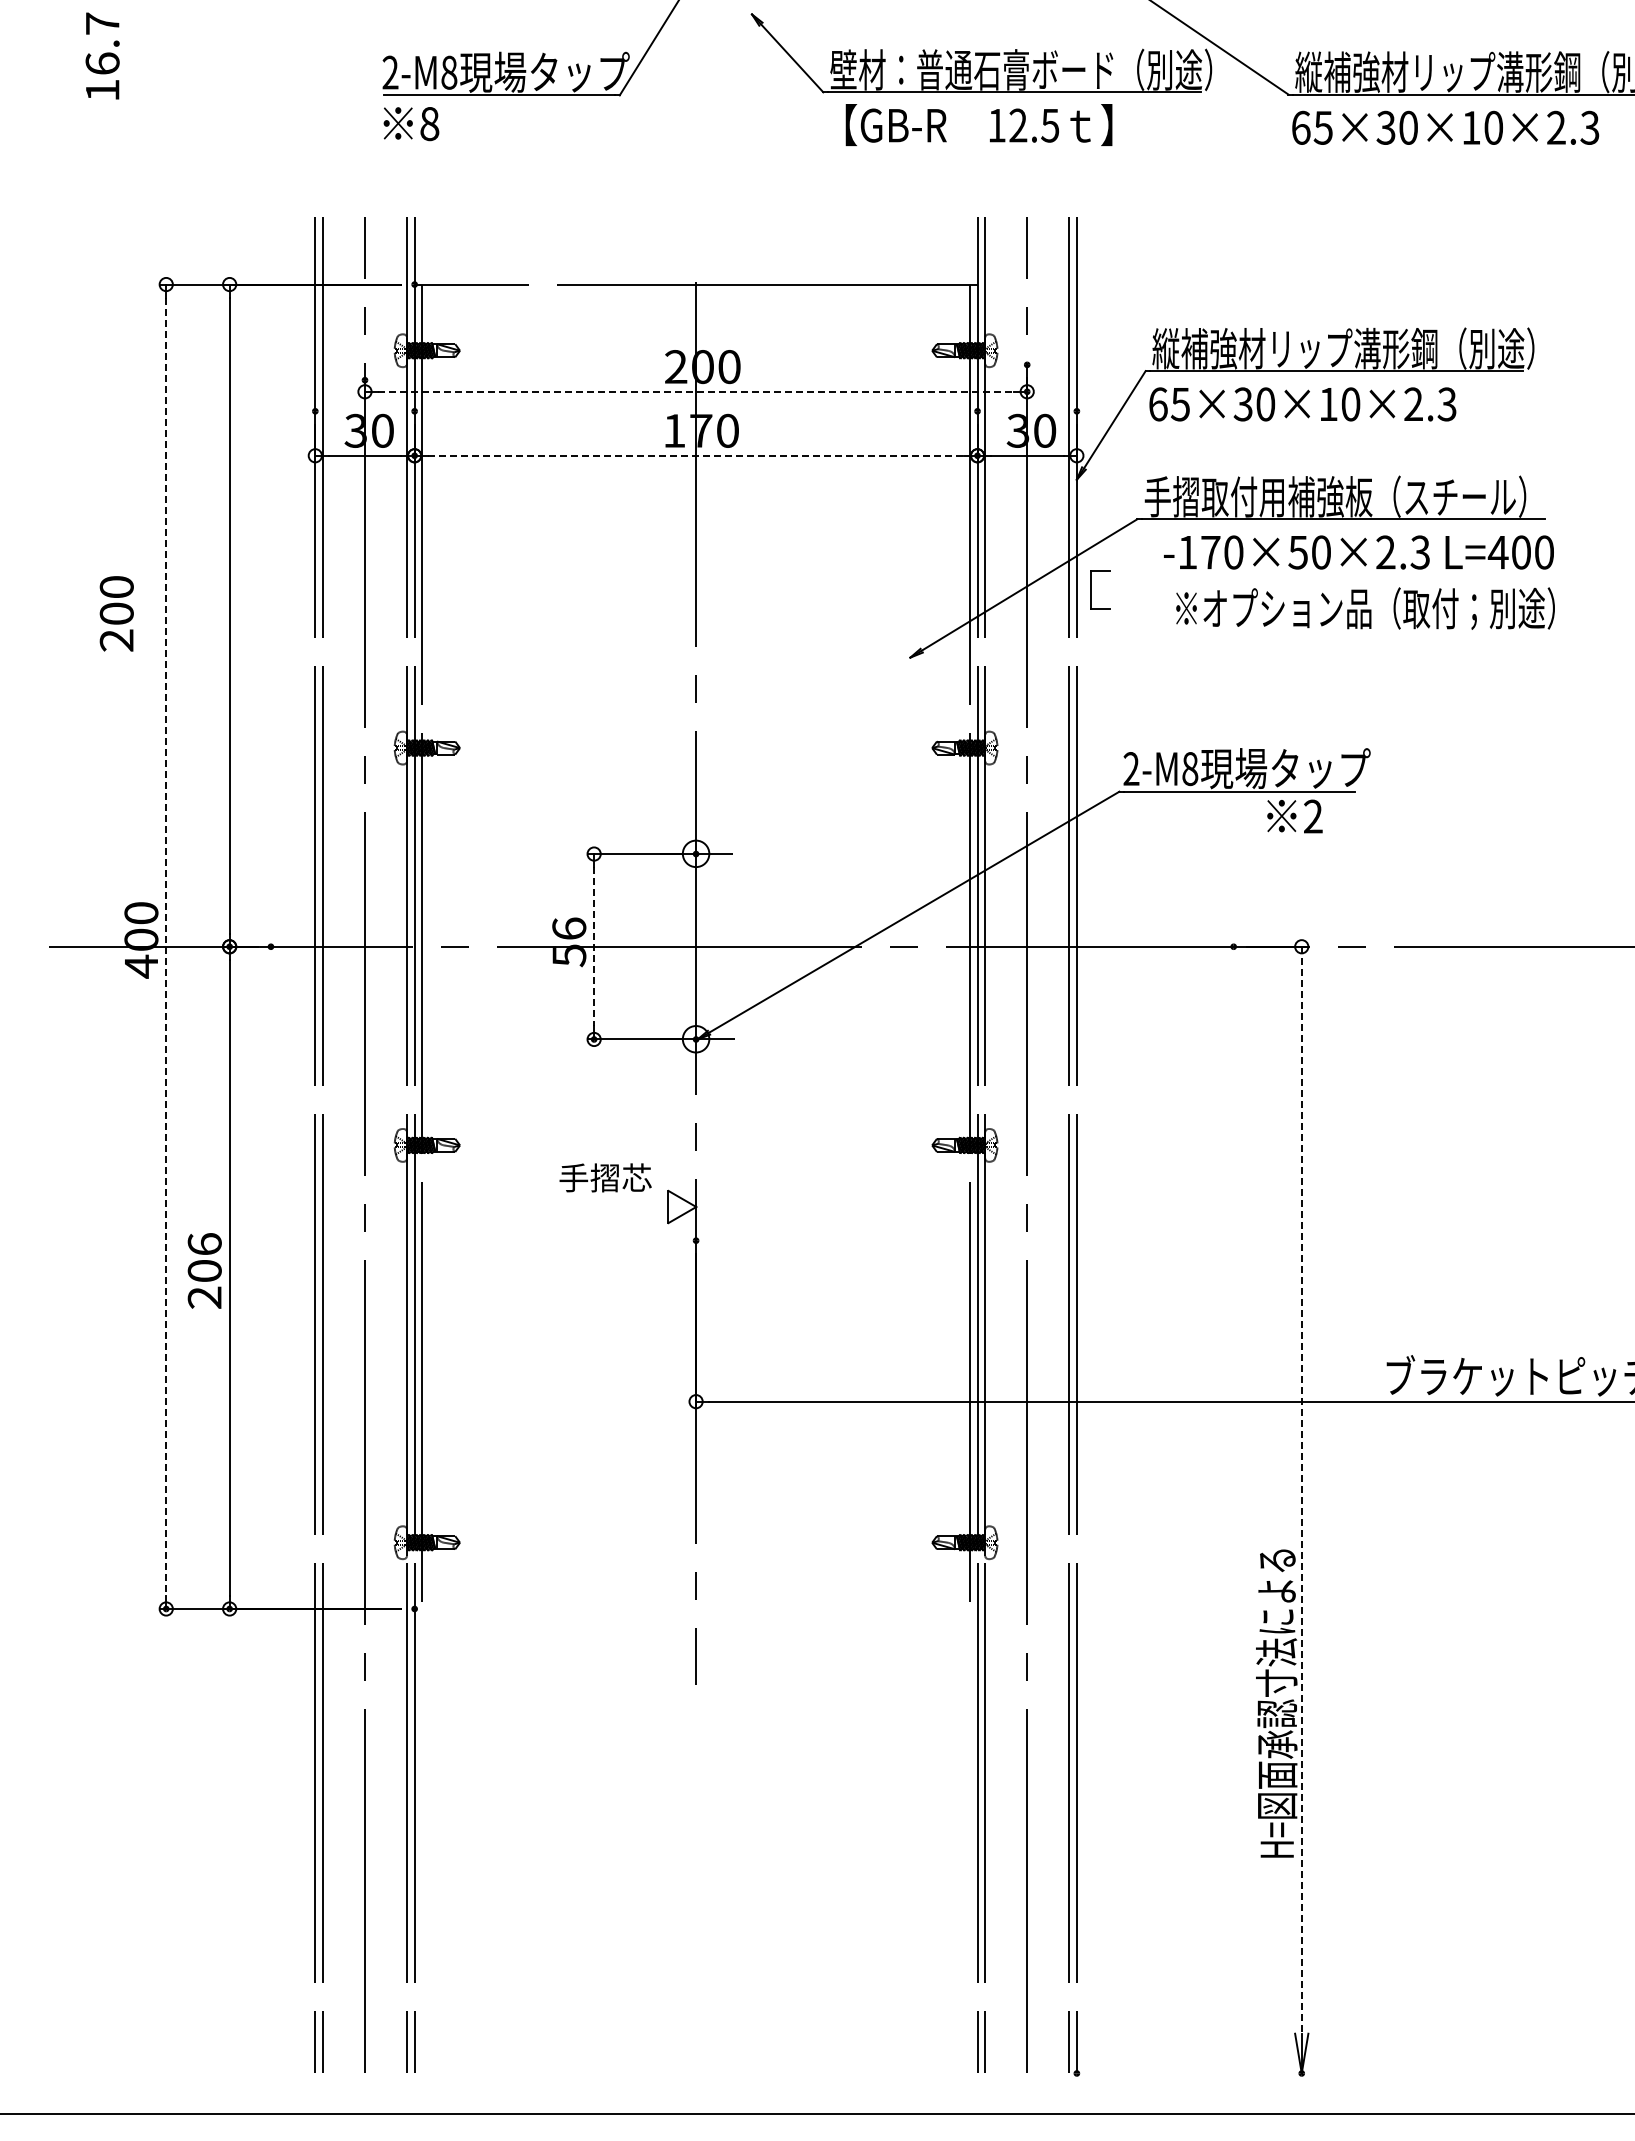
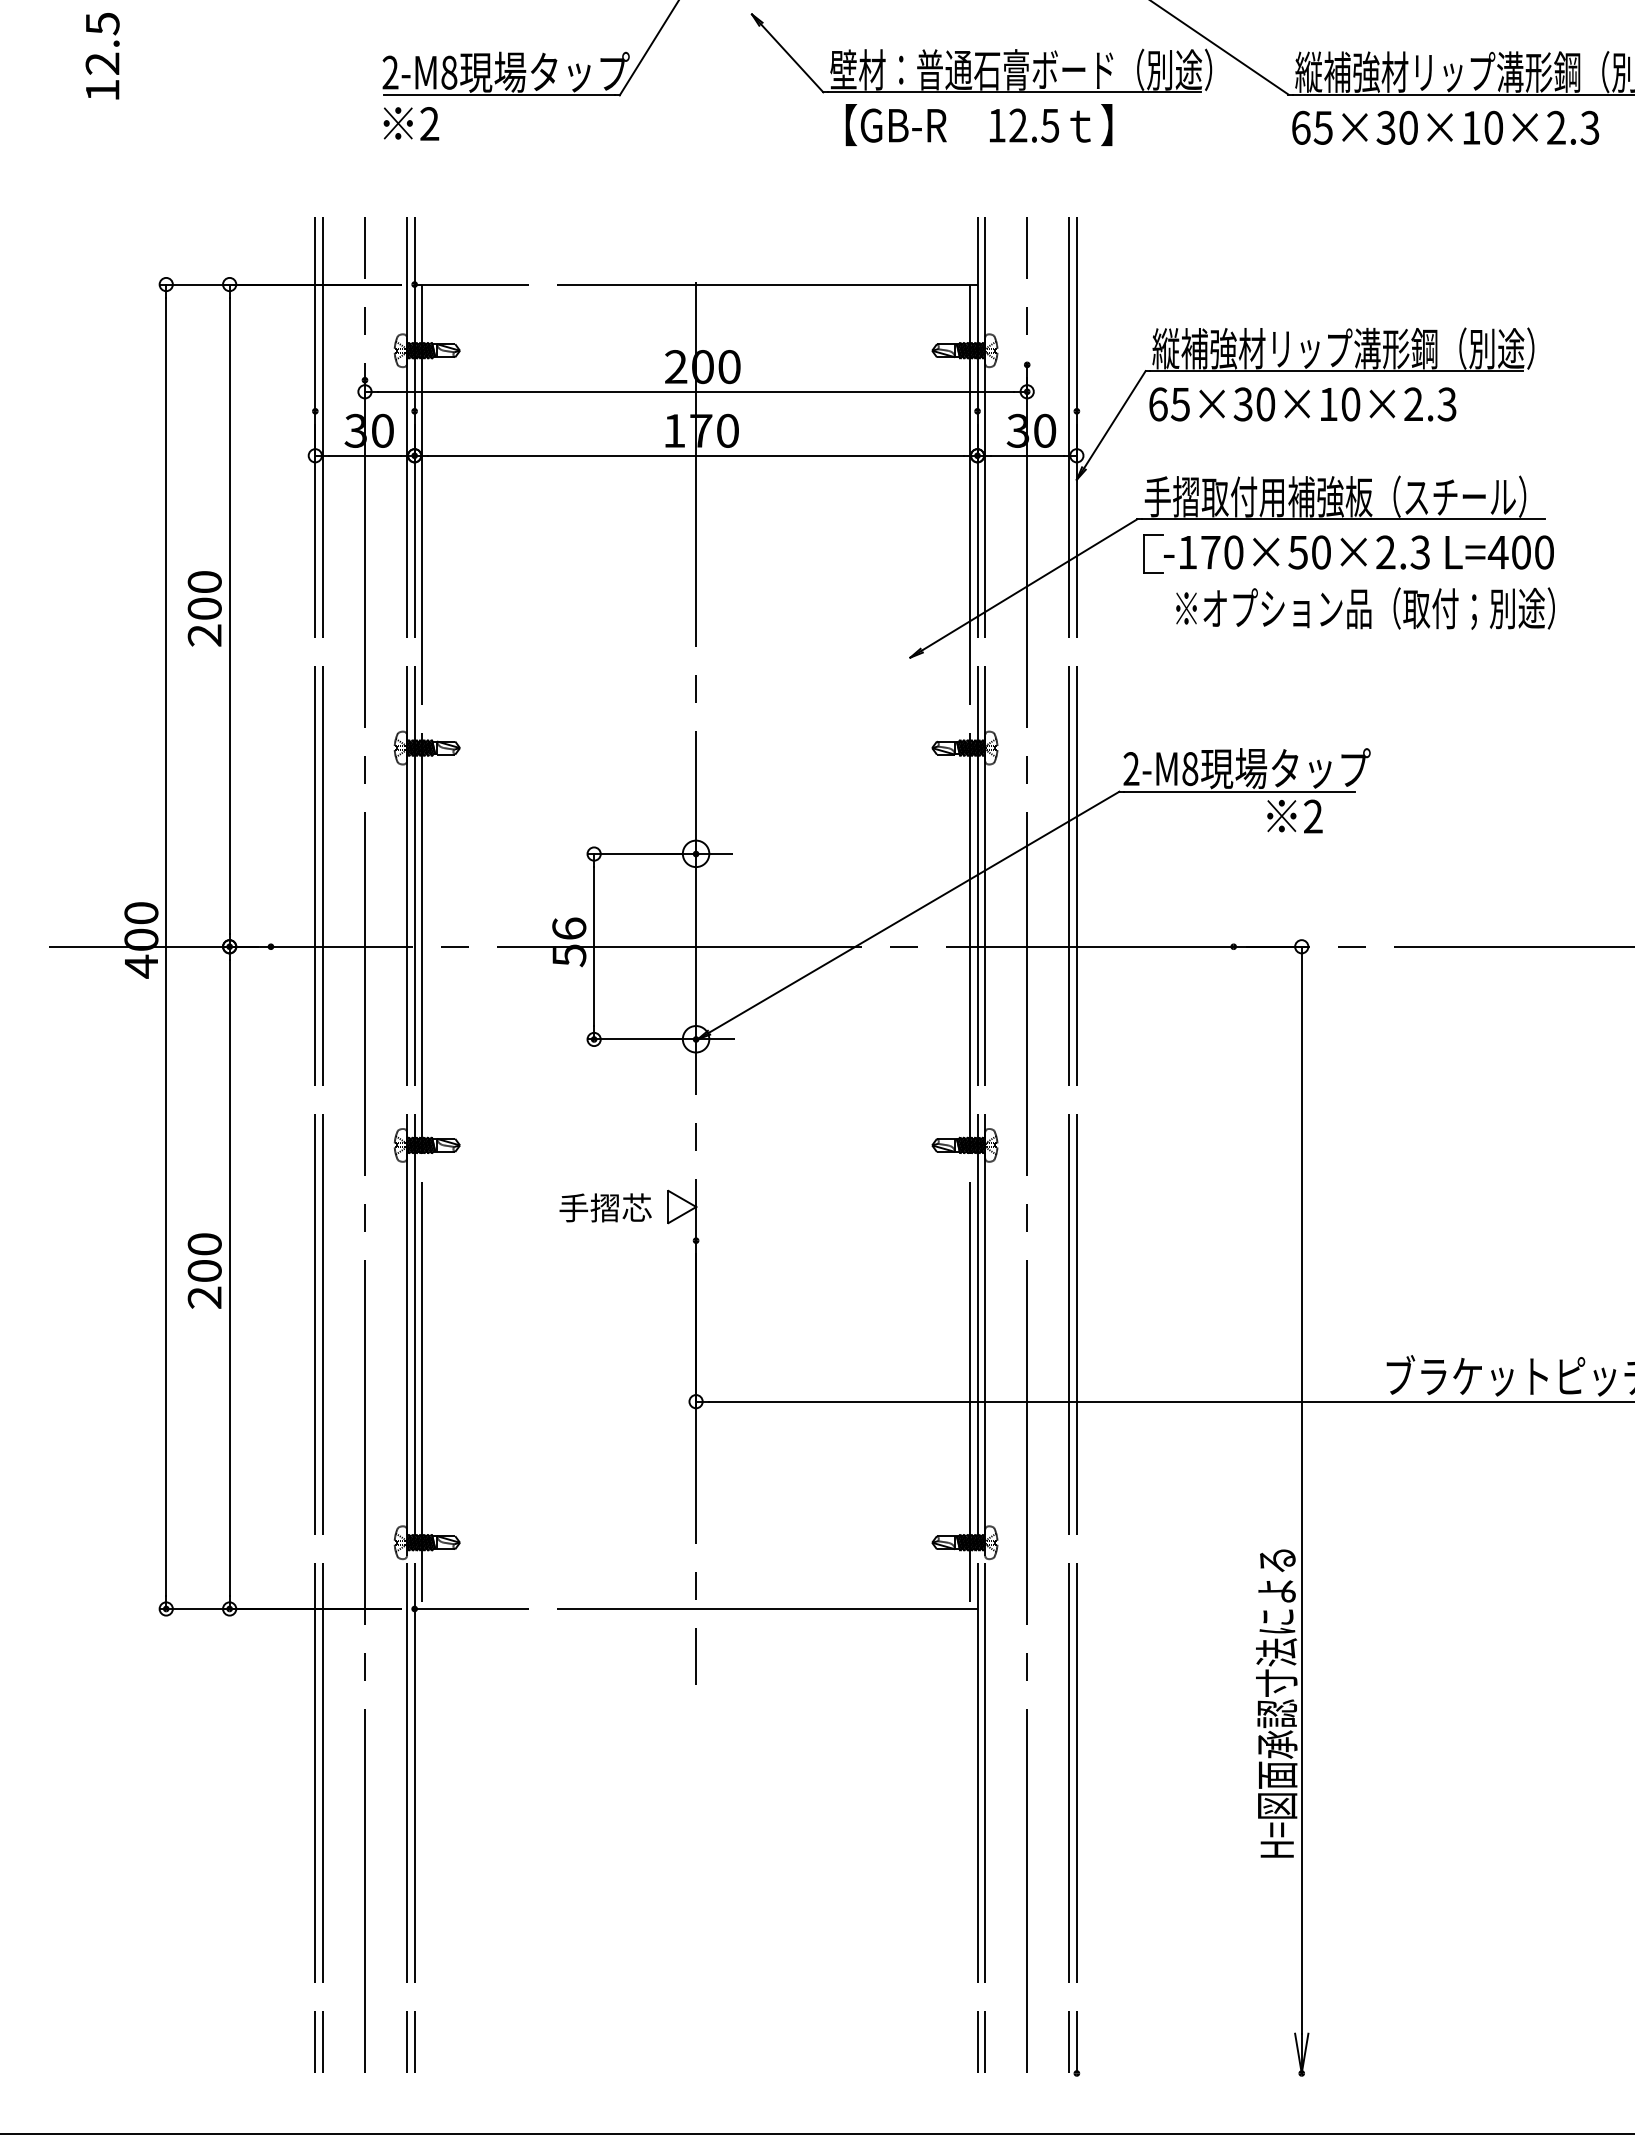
text at (102, 43): 16.7 -> 12.5
text at (429, 124): 8 -> 2
line at (696, 391): dashed -> solid
line at (696, 455): dashed -> solid
part at (1091, 589) position: (1091, 589) -> (1144, 553)
text at (116, 613) position: (116, 613) -> (204, 608)
line at (166, 946): dashed -> solid
line at (594, 947): dashed -> solid
text at (605, 1177) position: (605, 1177) -> (605, 1207)
text at (204, 1244): 206 -> 200
line at (1301, 1490): dashed -> solid
line at (695, 1608): none -> present
line at (816, 2114) position: (816, 2114) -> (816, 2134)
